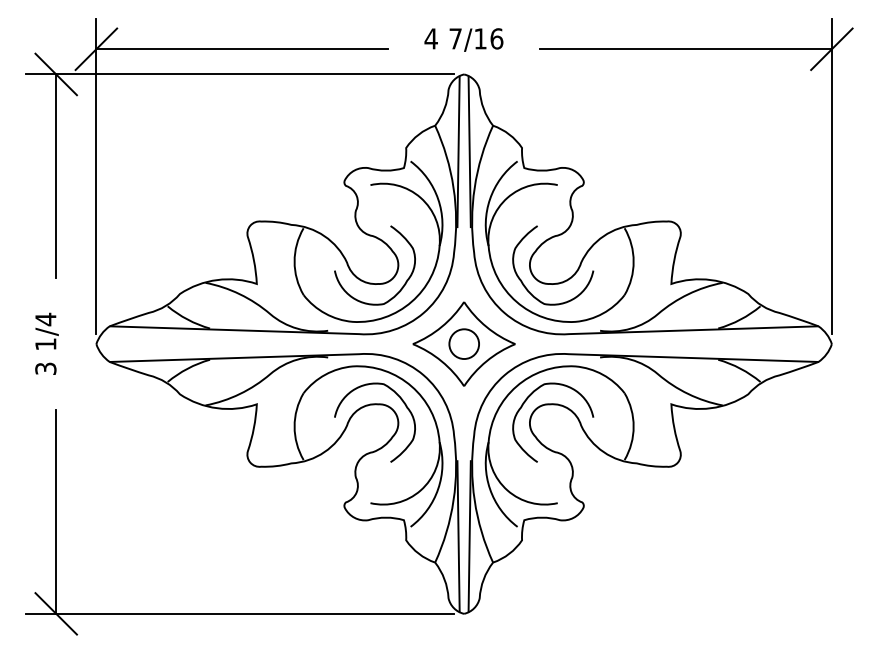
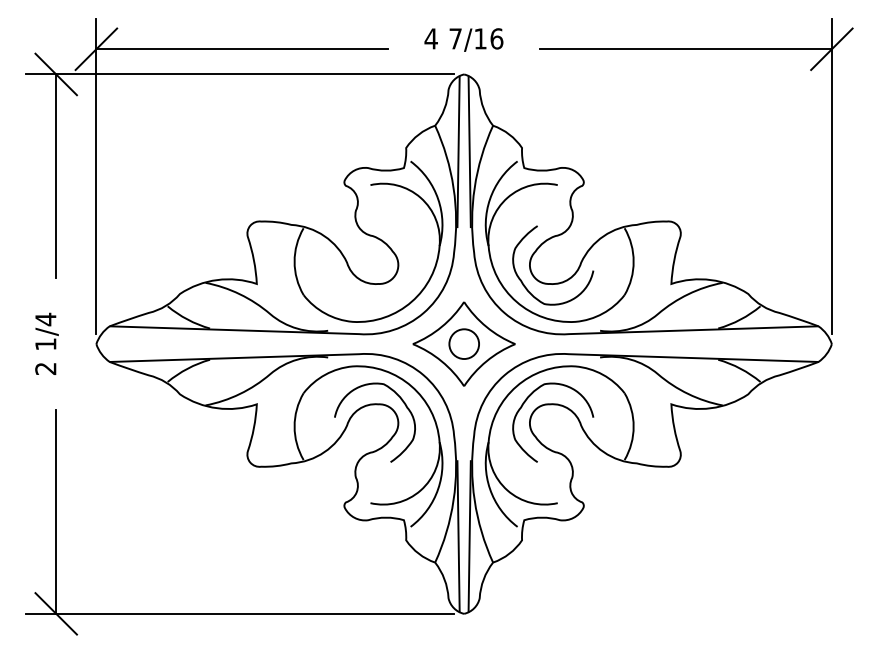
curve at (403, 284): present -> none
text at (45, 368): 3 -> 2
